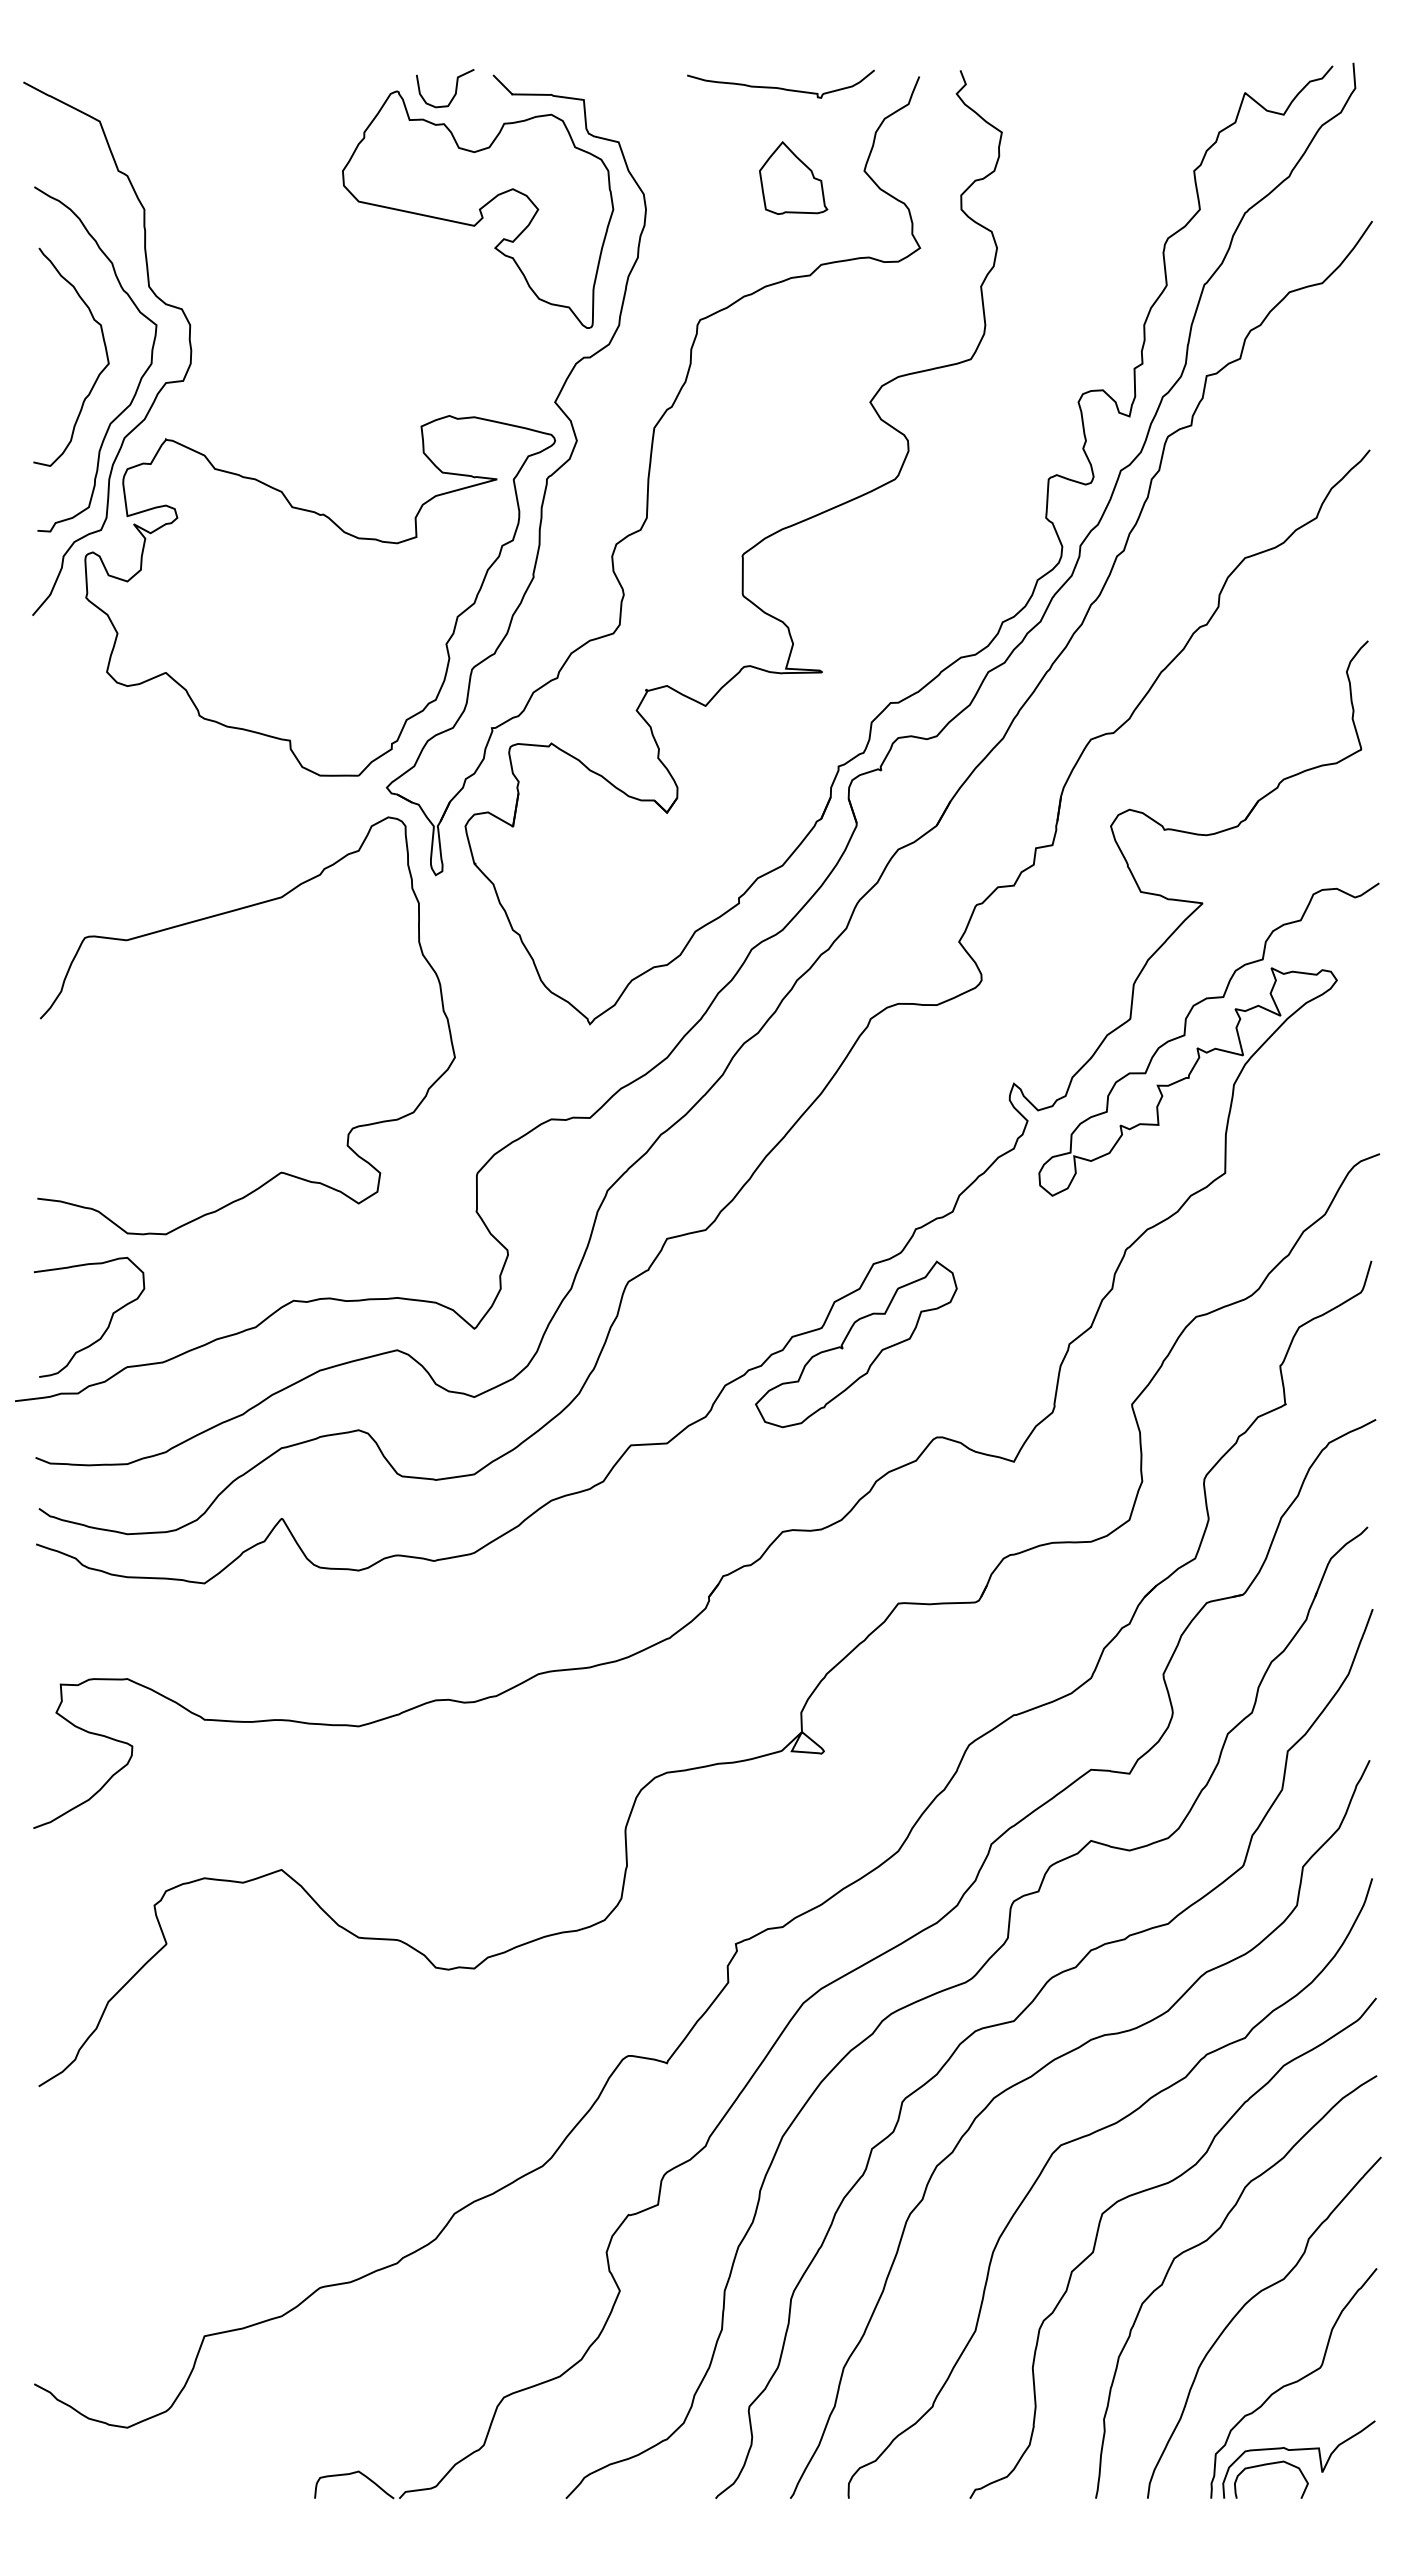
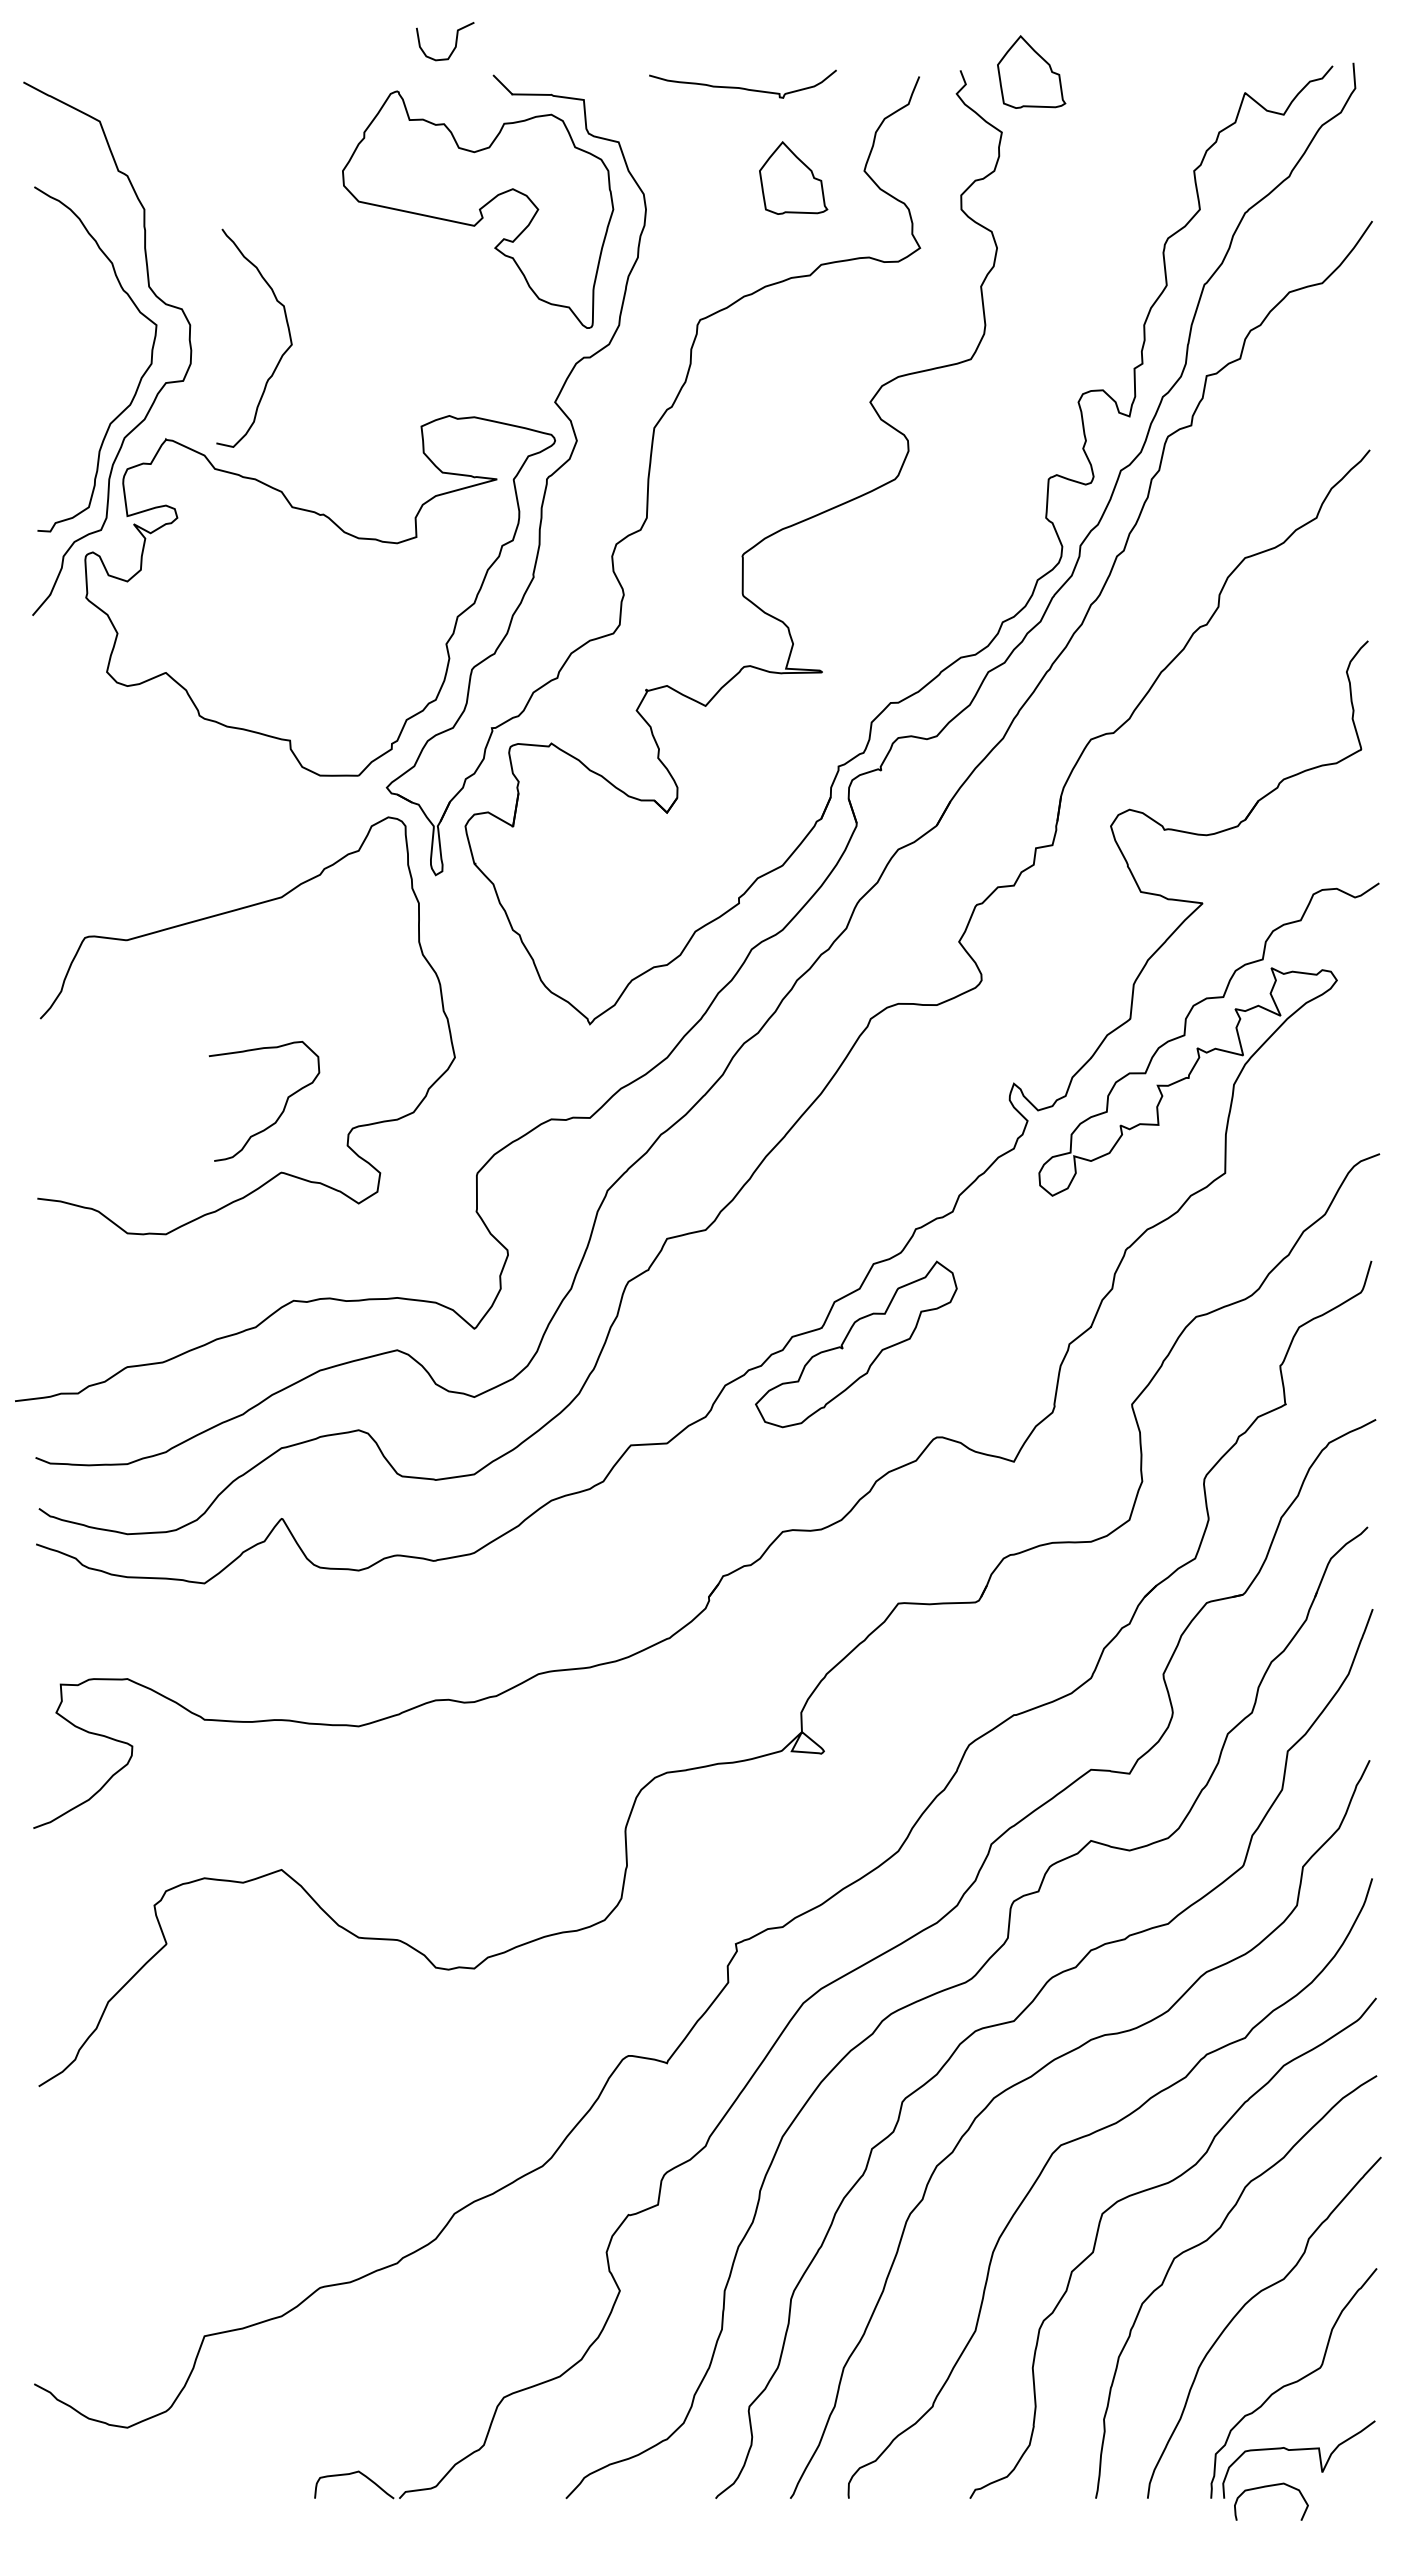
part at (1031, 71): none -> present
curve at (780, 87) position: (780, 87) -> (742, 87)
curve at (455, 88) position: (455, 88) -> (455, 41)
curve at (98, 374) position: (98, 374) -> (281, 355)
curve at (108, 1323) position: (108, 1323) -> (283, 1107)
curve at (1267, 2465) position: (1267, 2465) -> (1267, 2487)
